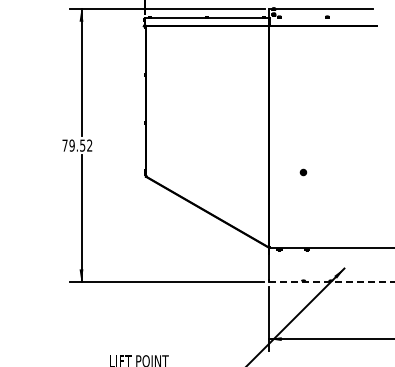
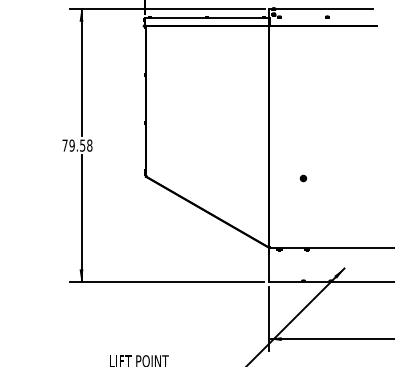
text at (89, 145): 79.52 -> 79.58
part at (303, 172) position: (303, 172) -> (303, 178)
line at (332, 281): dashed -> solid
